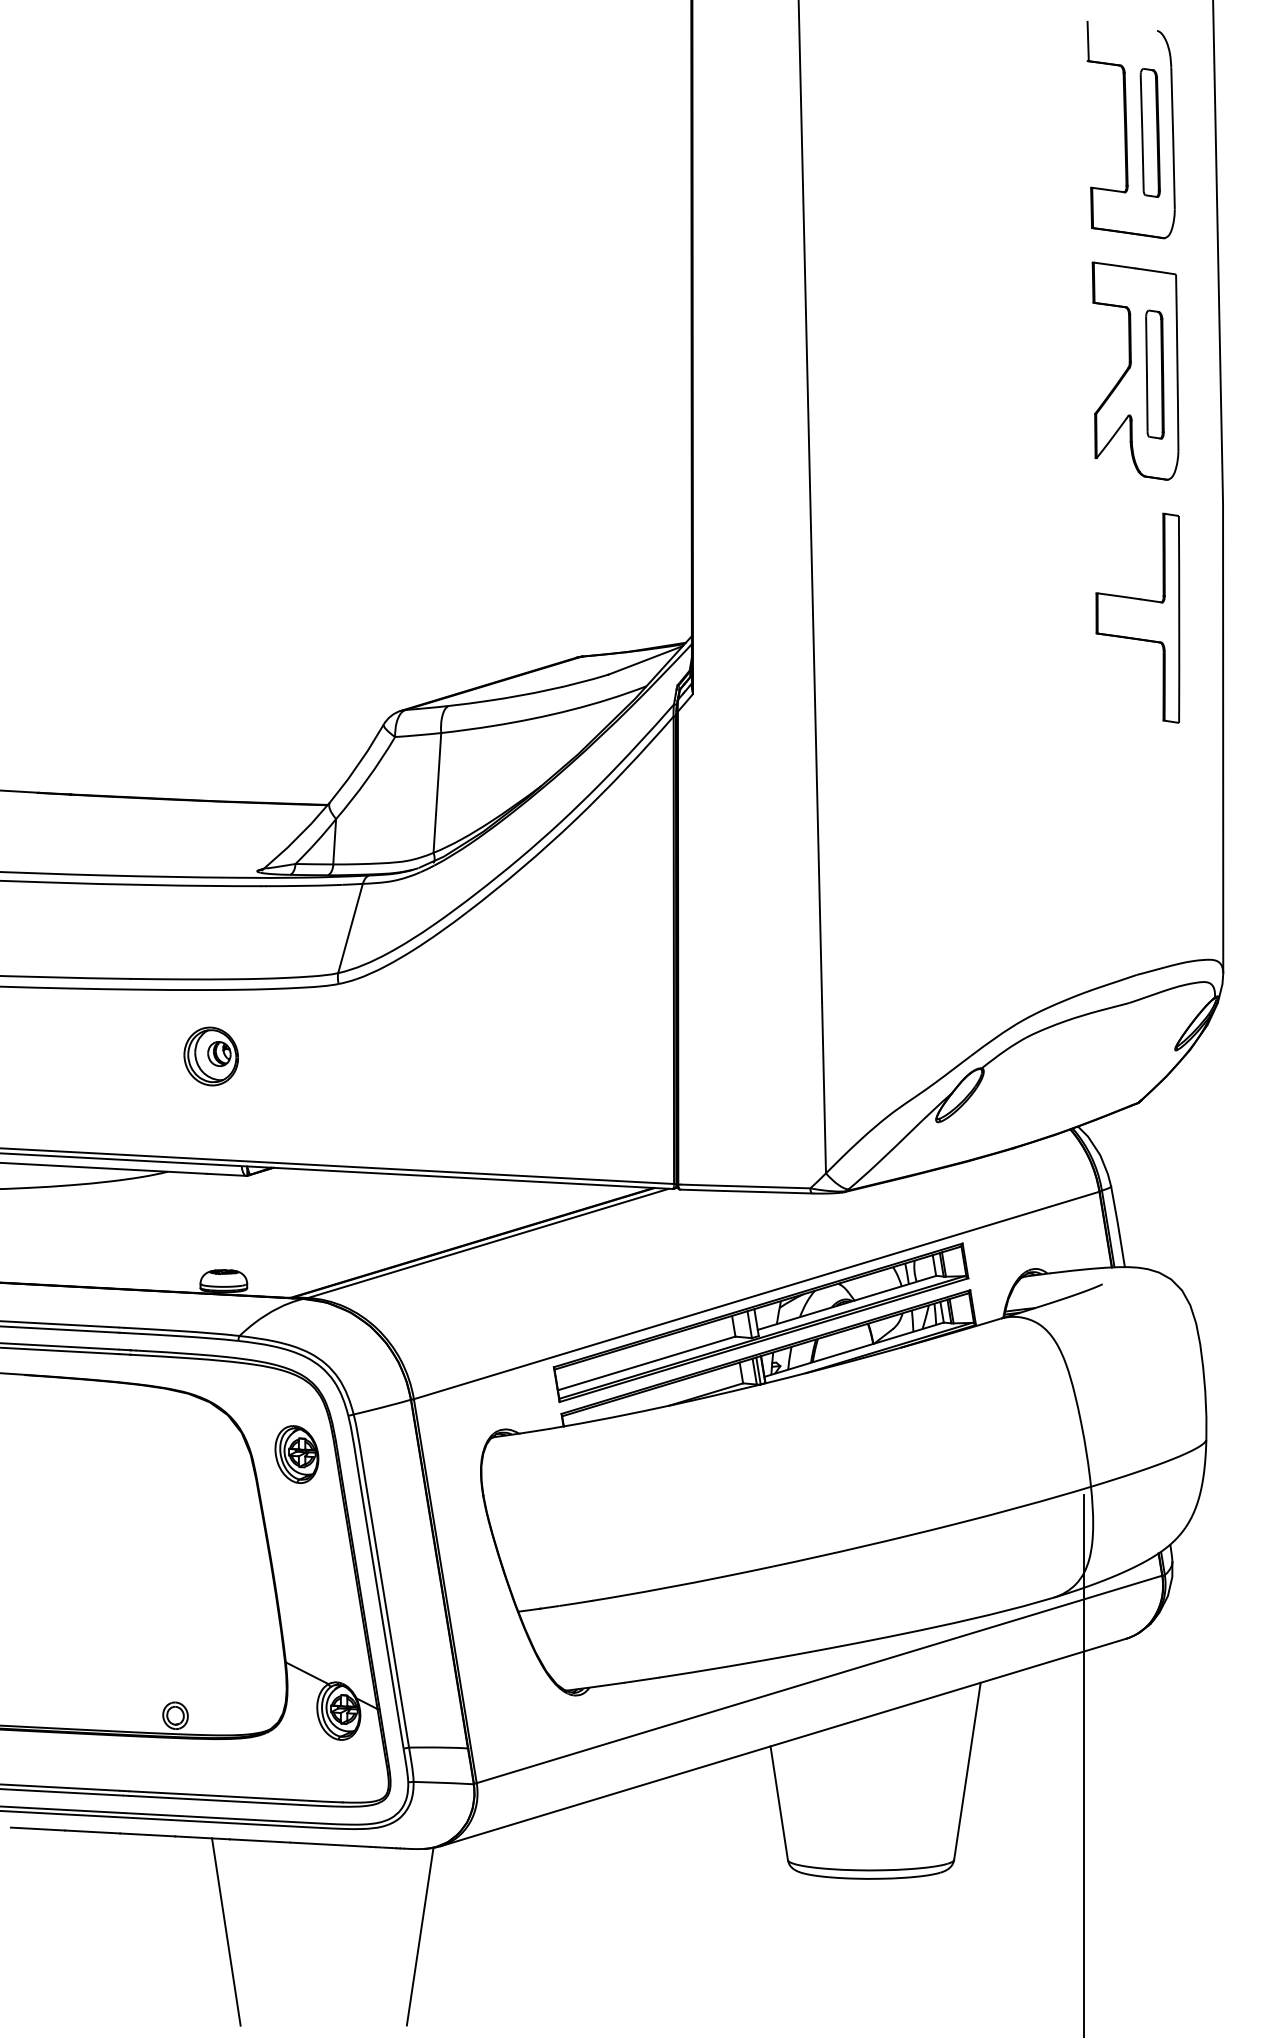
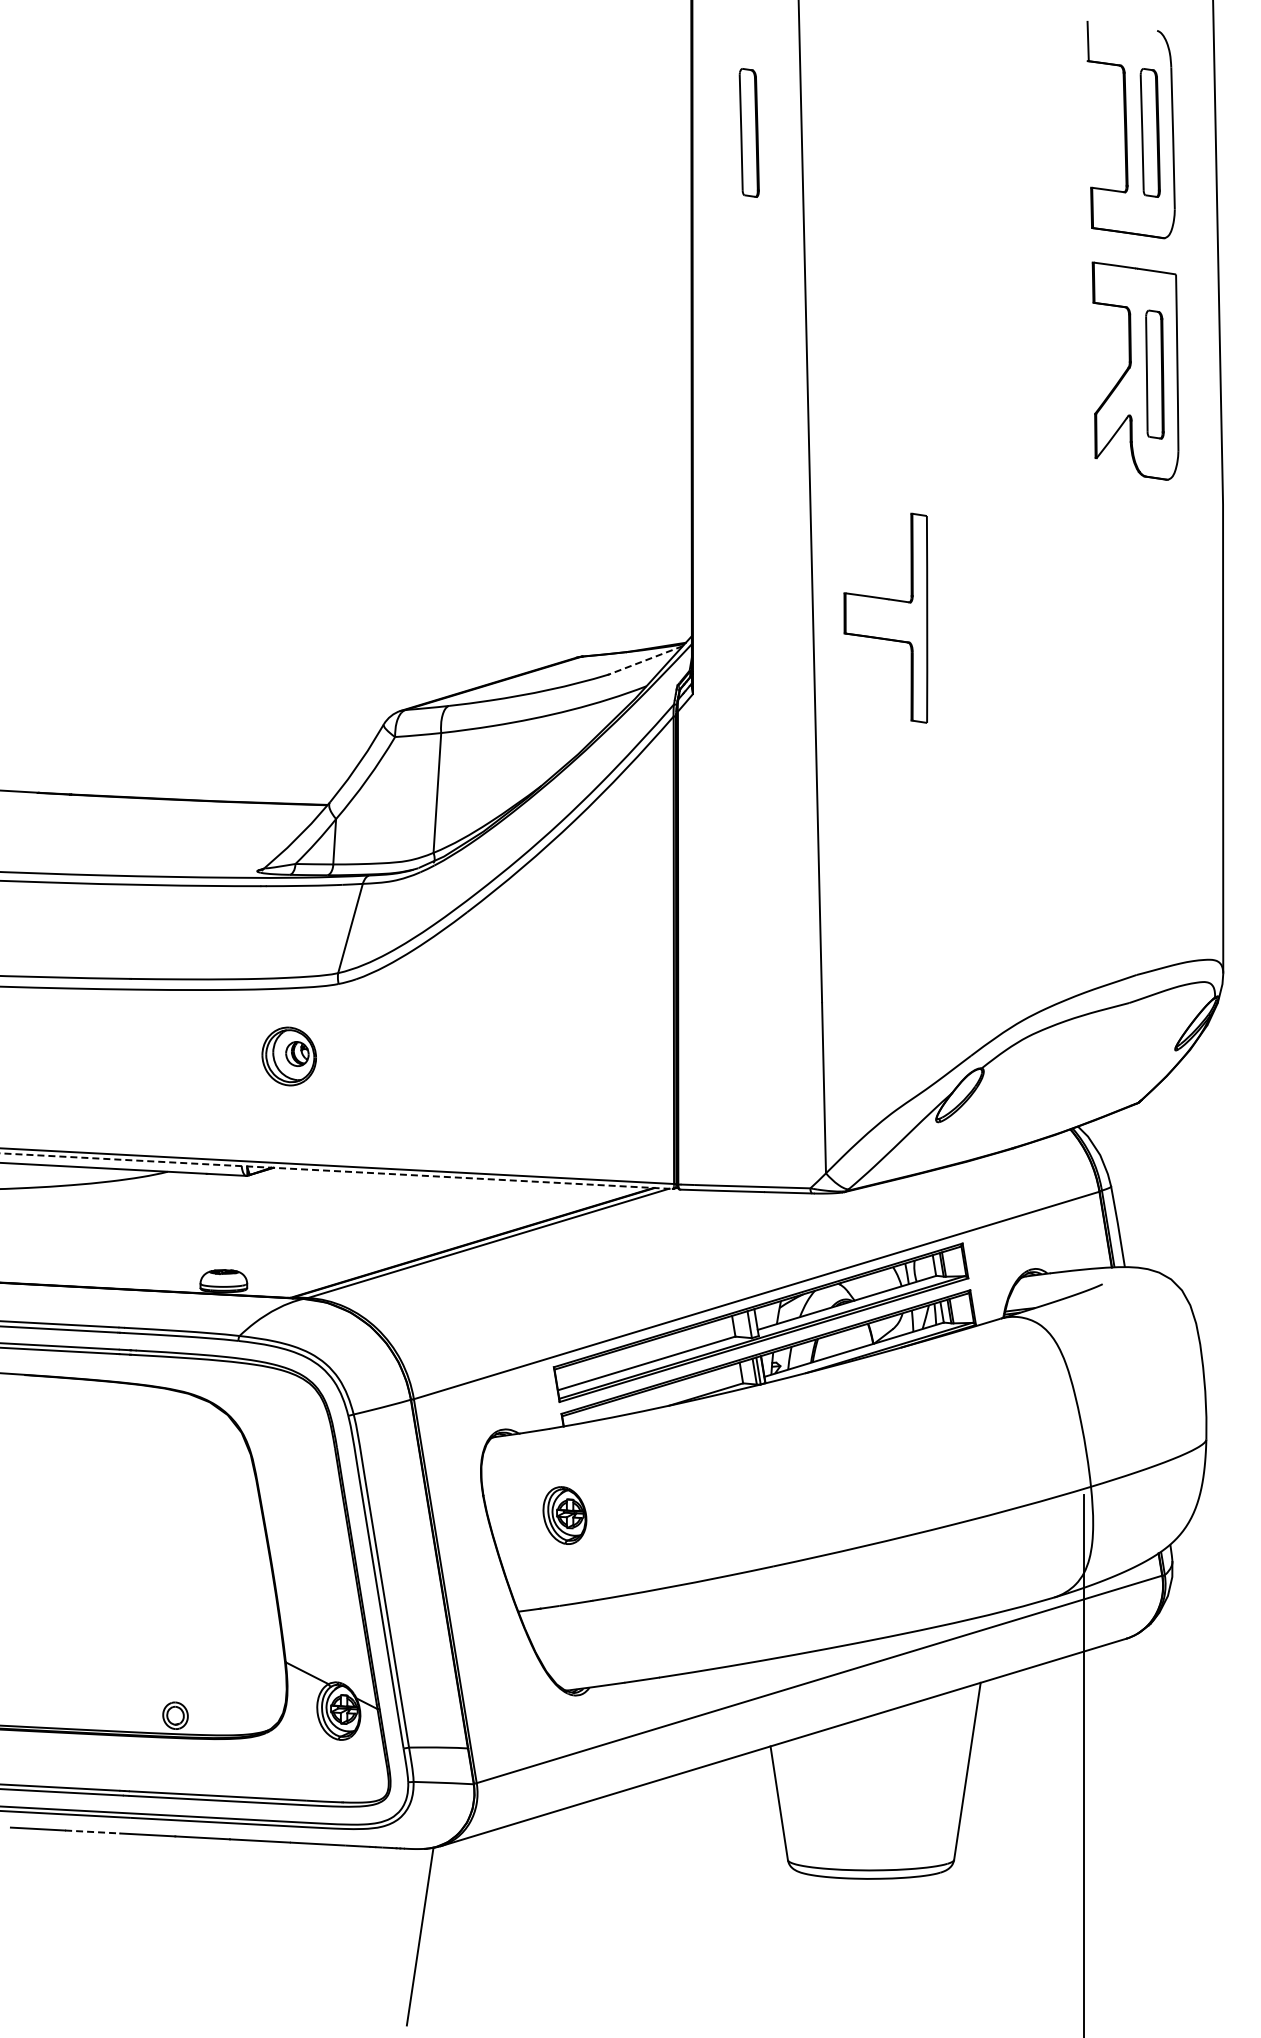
part at (748, 132): none -> present
part at (1137, 617) position: (1137, 617) -> (885, 617)
line at (645, 660): solid -> dashed
part at (210, 1056) position: (210, 1056) -> (288, 1056)
line at (336, 1171): solid -> dashed
part at (296, 1454) position: (296, 1454) -> (564, 1515)
line at (92, 1831): solid -> dashed
line at (226, 1931): present -> none
